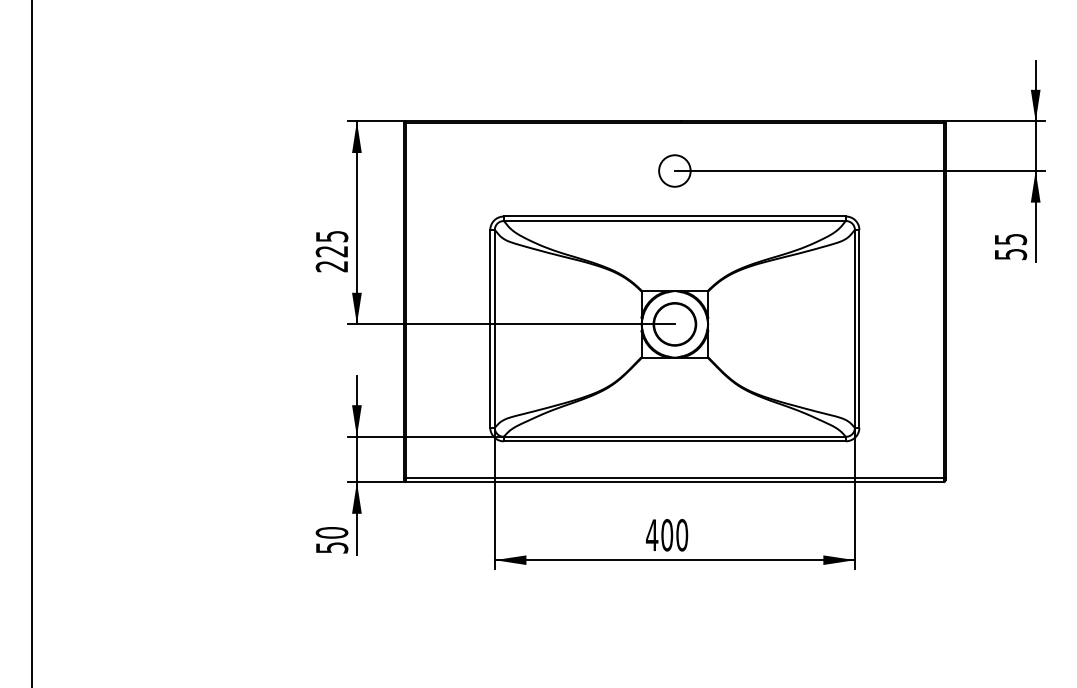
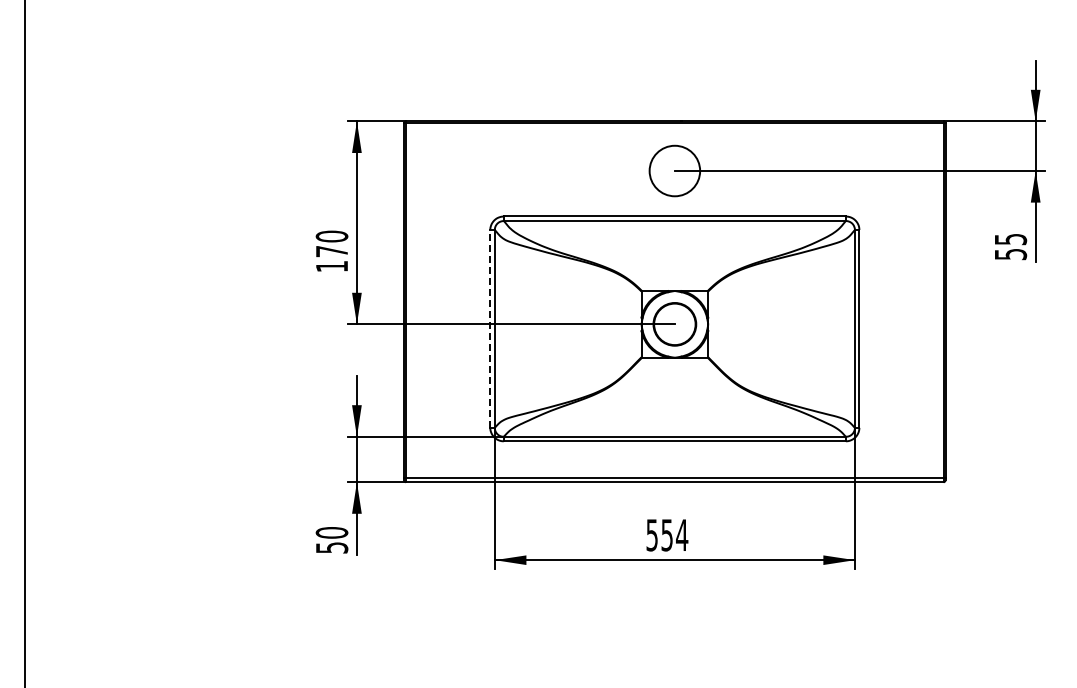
circle at (674, 170) diameter: 32 px -> 51 px
text at (331, 251): 225 -> 170
line at (490, 328): solid -> dashed
line at (32, 343) position: (32, 343) -> (25, 343)
text at (667, 535): 400 -> 554
